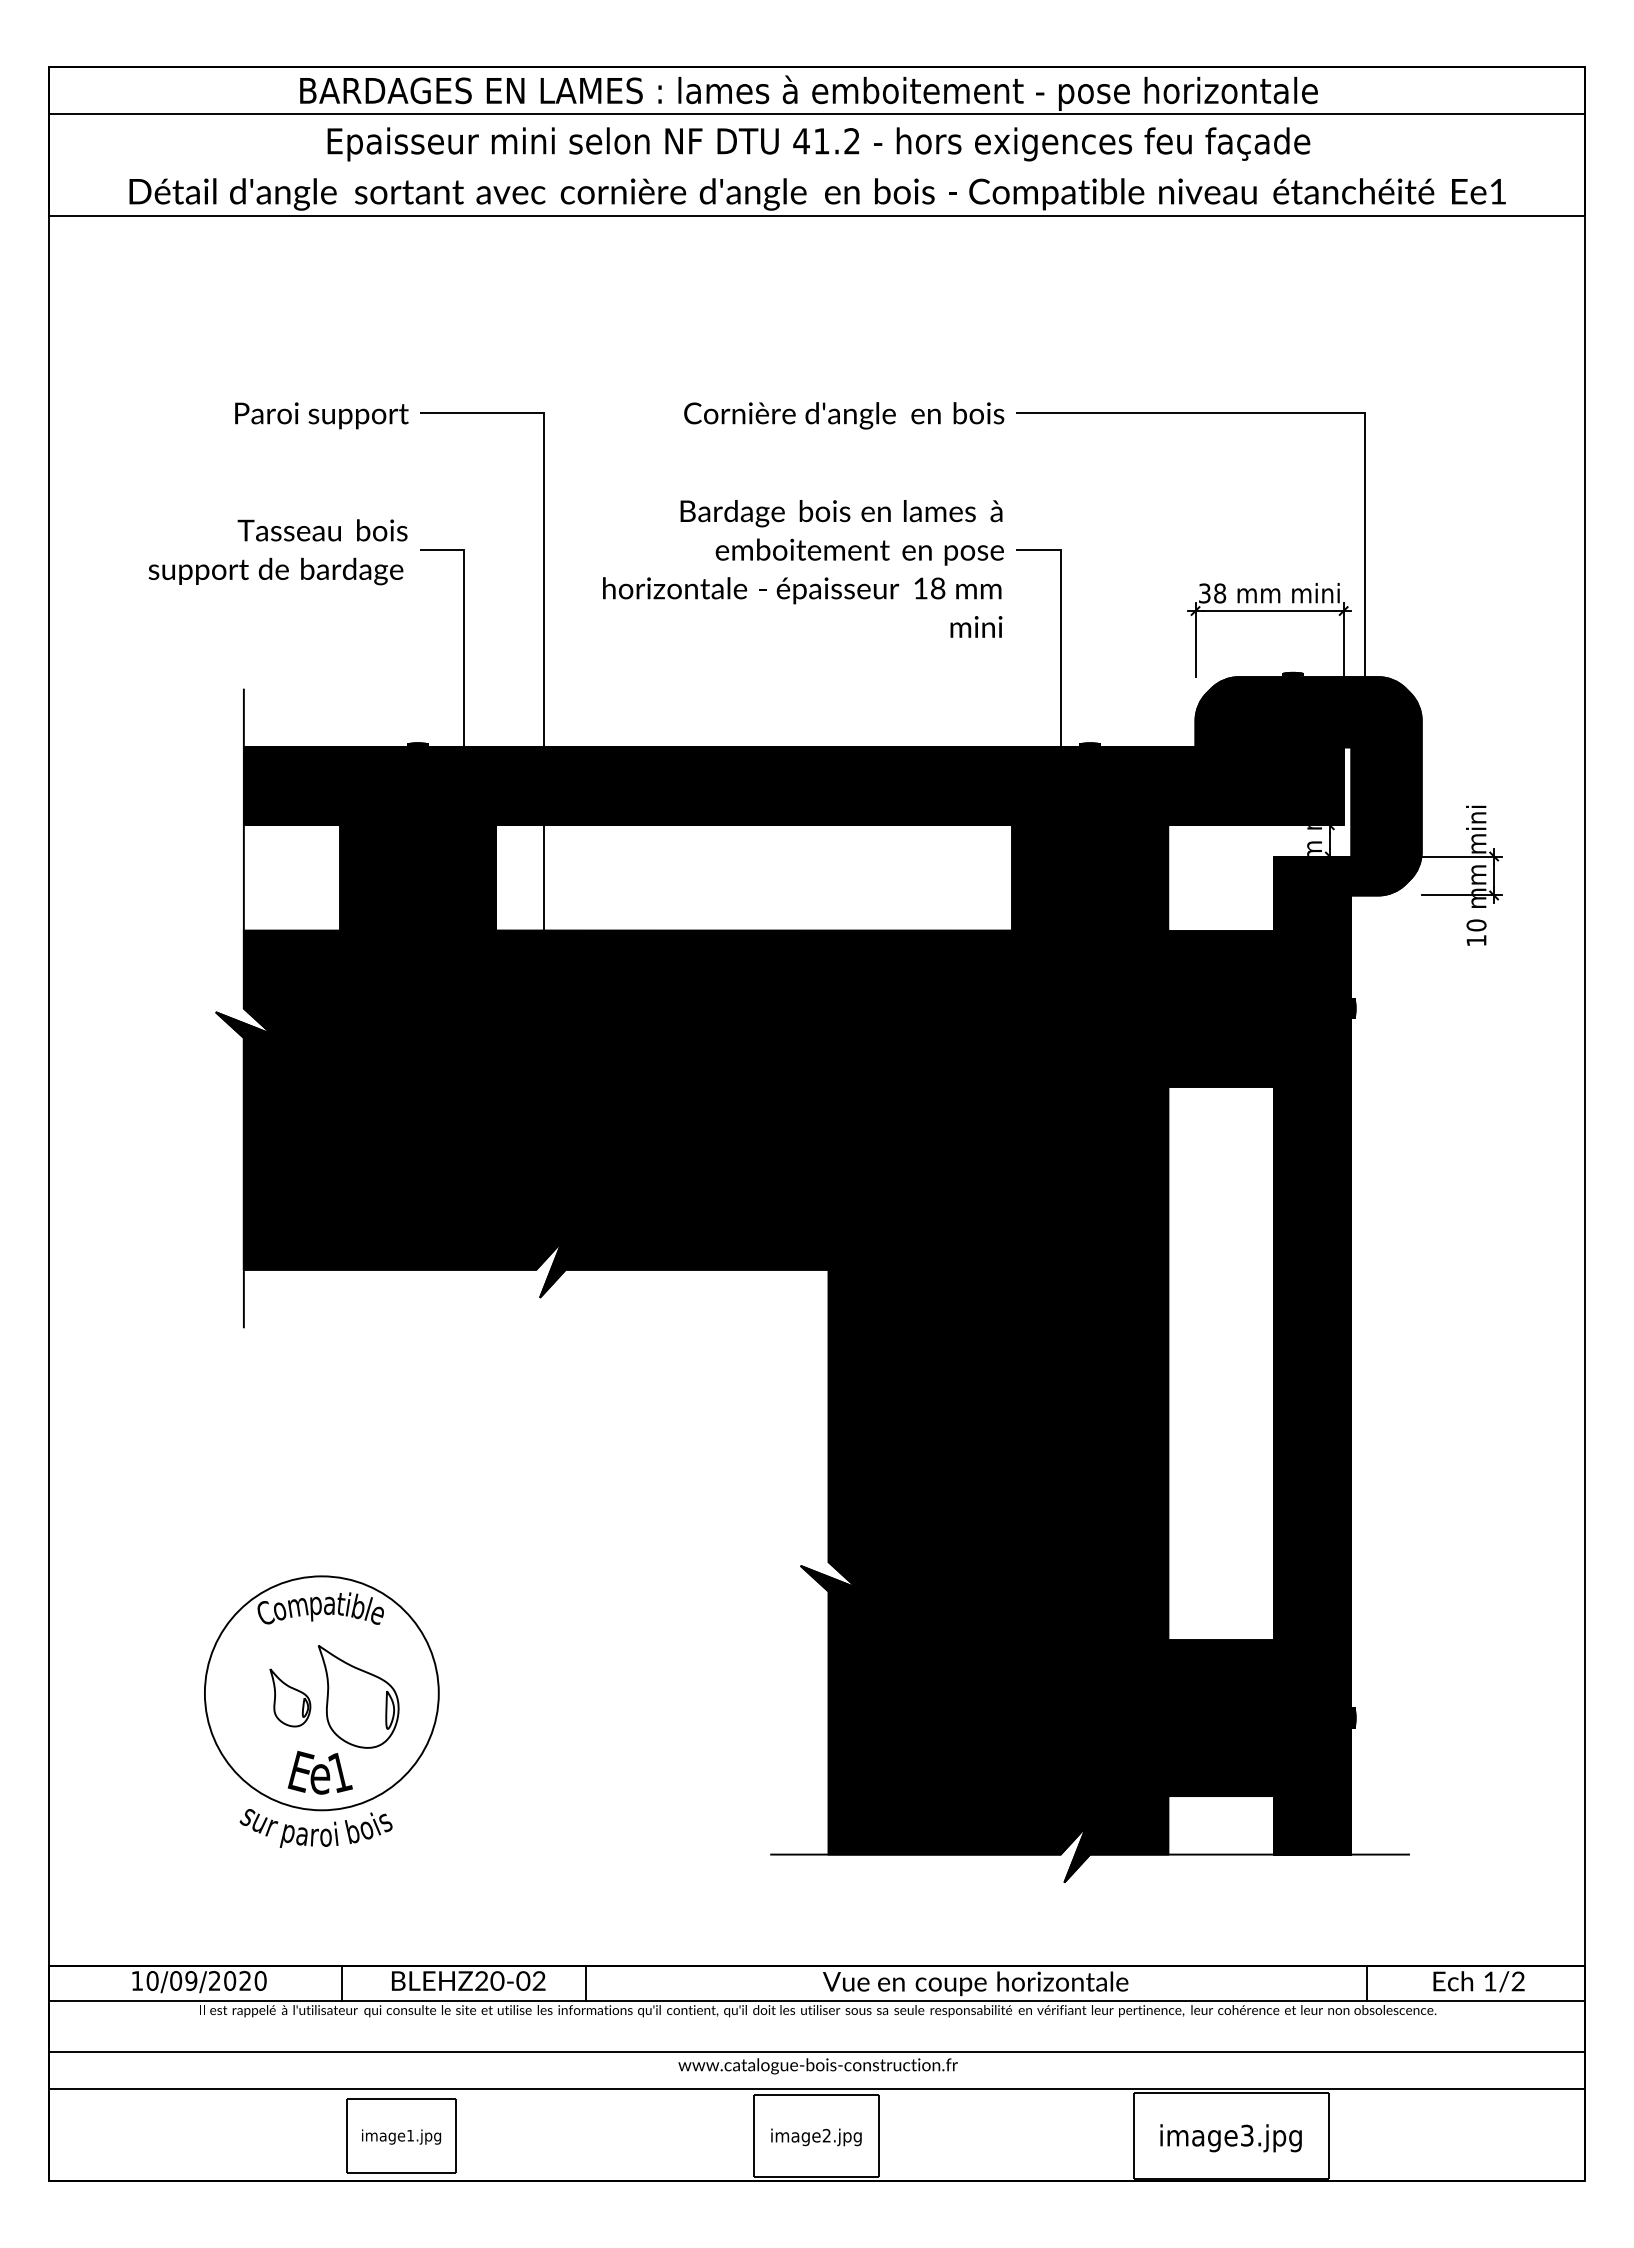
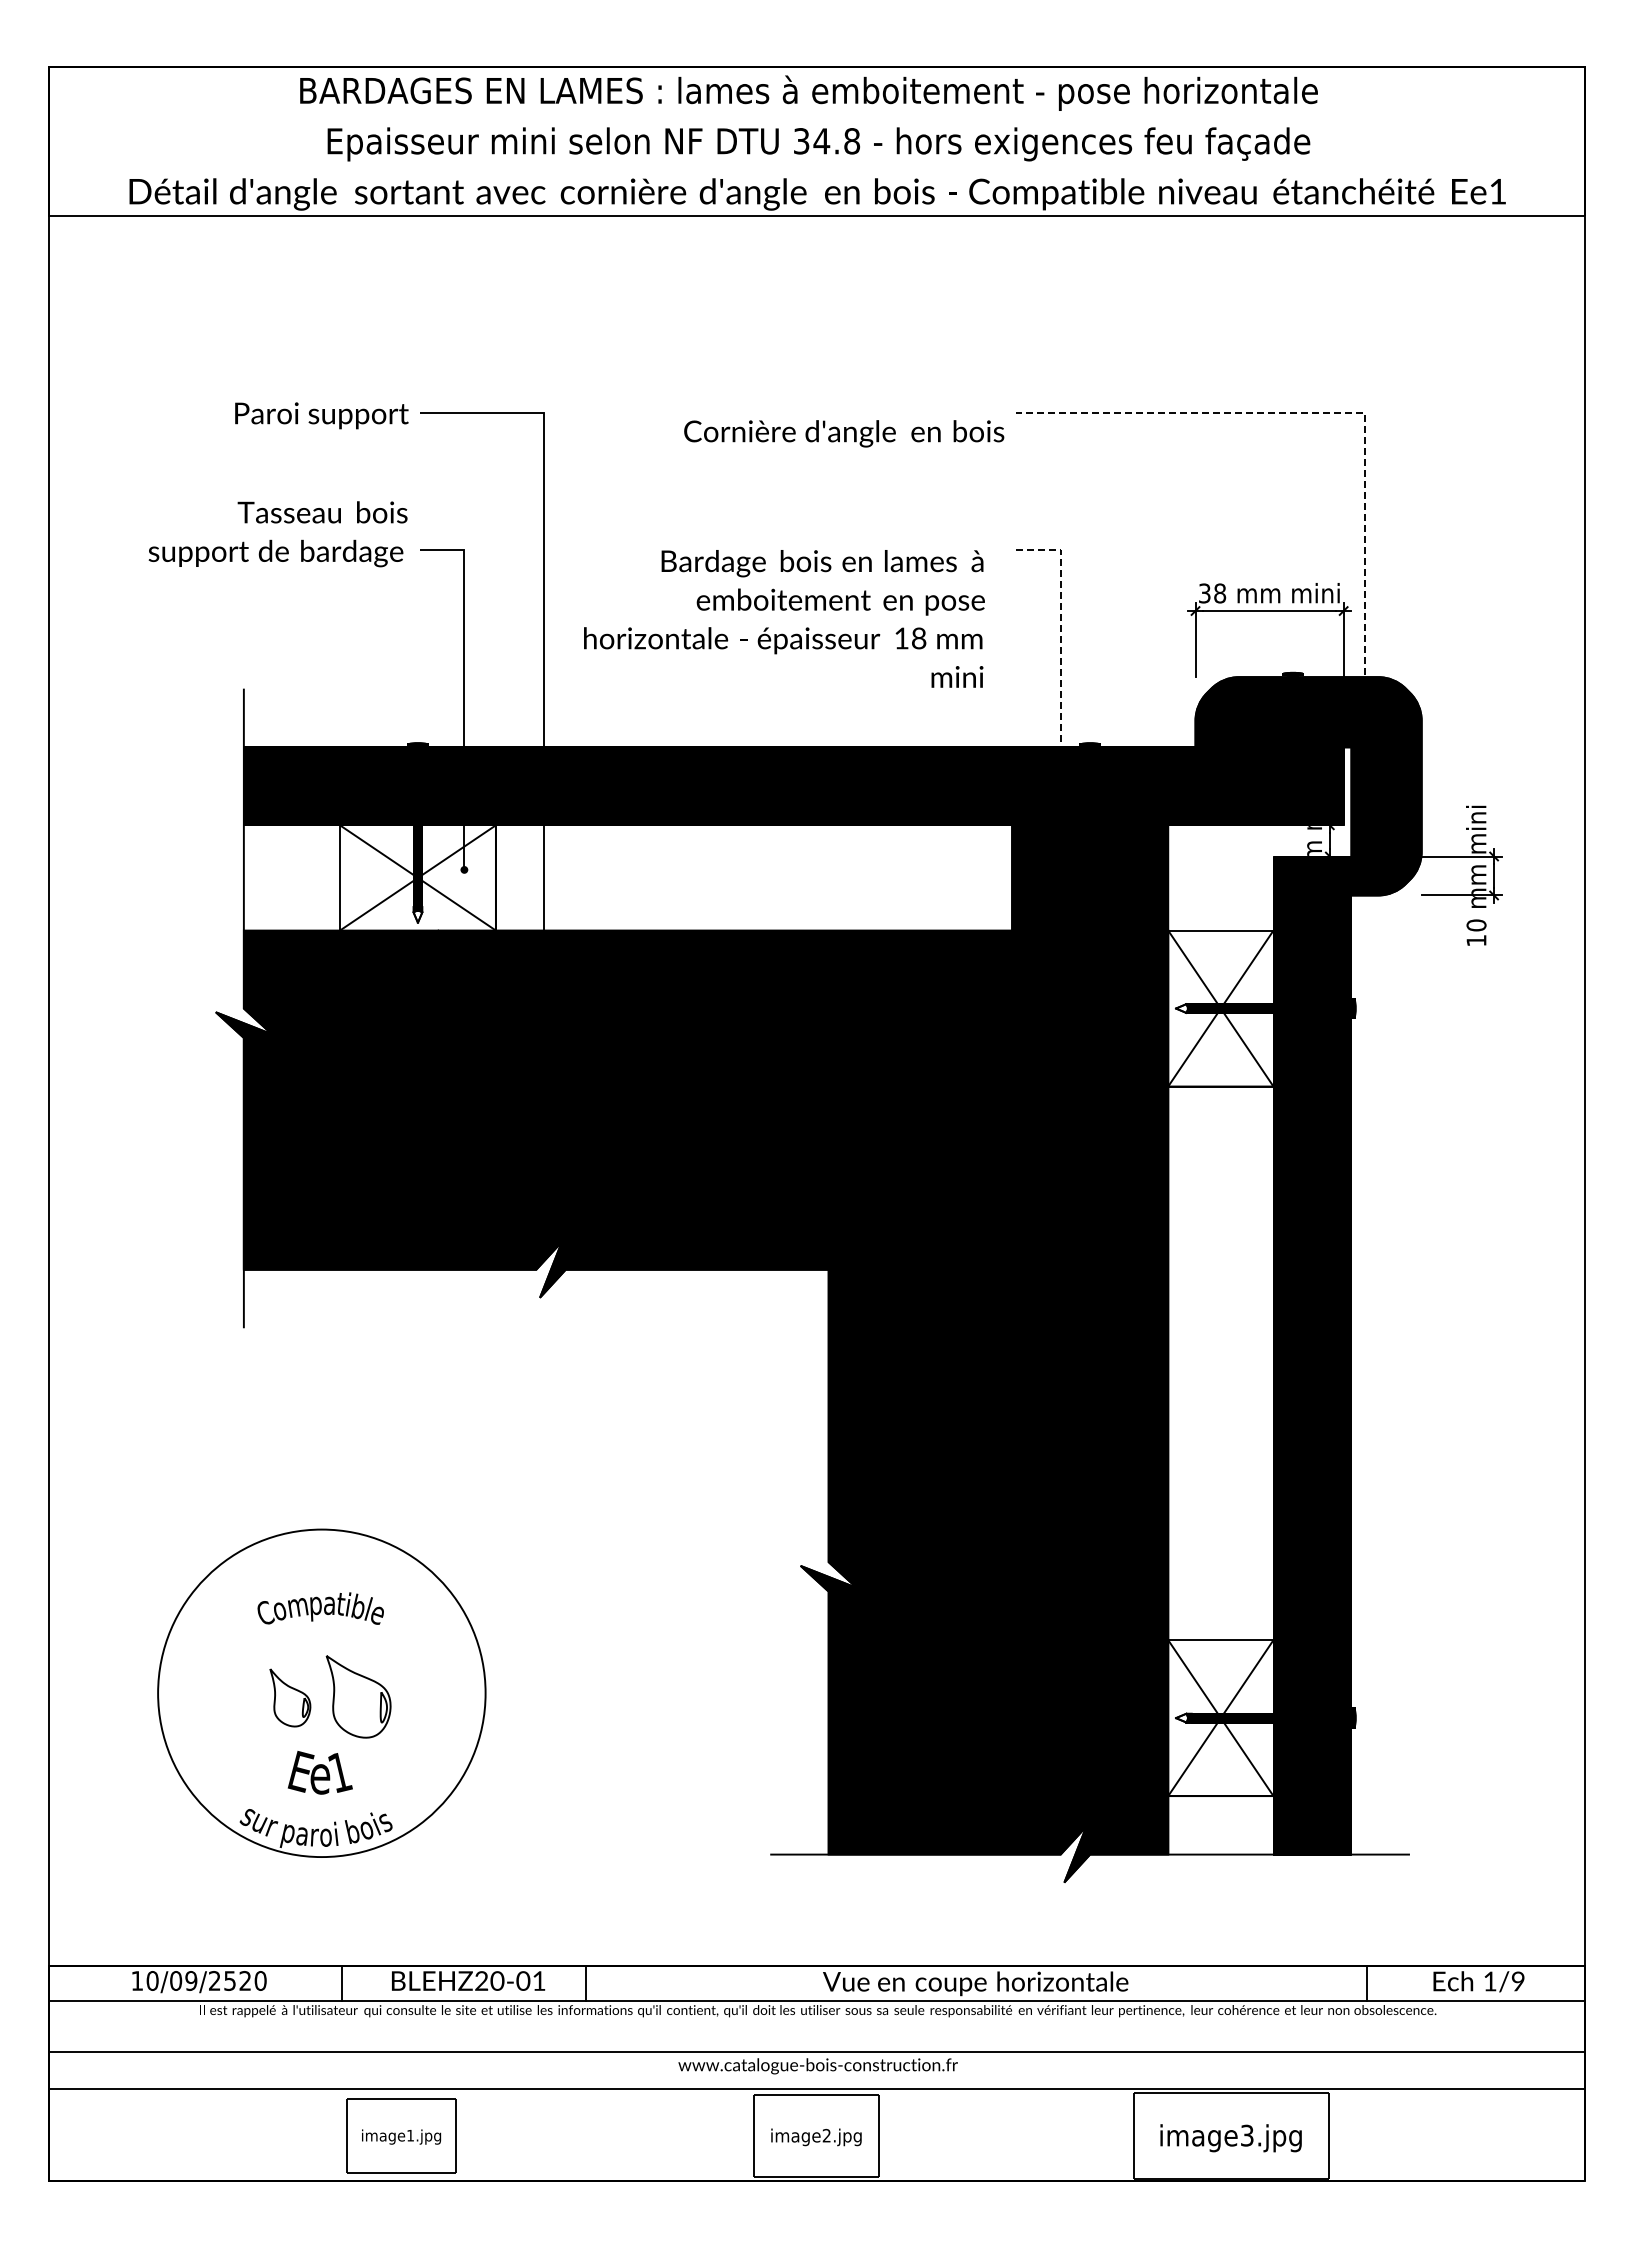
line at (816, 114): present -> none
text at (826, 141): 41.2 -> 34.8
line at (1338, 412): solid -> dashed
text at (844, 415) position: (844, 415) -> (844, 433)
text at (277, 552) position: (277, 552) -> (277, 534)
text at (803, 568) position: (803, 568) -> (784, 618)
line at (1061, 644): solid -> dashed
fill at (417, 877): present -> none
fill at (417, 916): present -> none
fill at (1181, 1008): present -> none
fill at (1220, 1008): present -> none
circle at (321, 1693) diameter: 234 px -> 327 px
part at (358, 1696) size: 83x104 px -> 67x84 px
fill at (1181, 1717): present -> none
fill at (1220, 1718): present -> none
text at (230, 1980): 10/09/2020 -> 10/09/2520
text at (538, 1980): \c16711848;BLEHZ20-02 -> \c16711848;BLEHZ20-01
text at (1517, 1981): 1/2 -> 1/9
